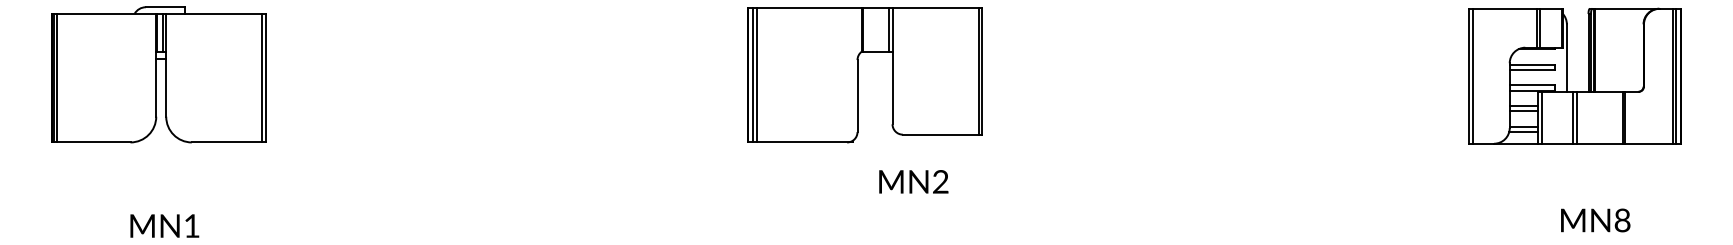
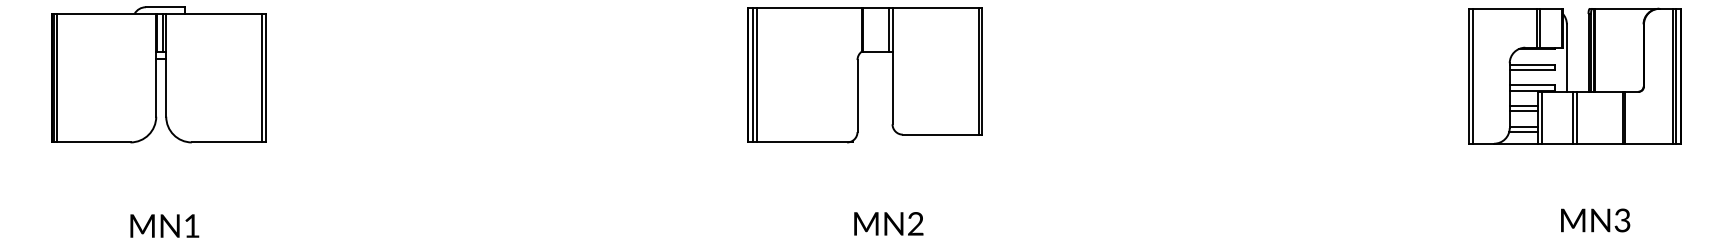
text at (913, 181) position: (913, 181) -> (888, 223)
text at (1622, 220): MN8 -> MN3
